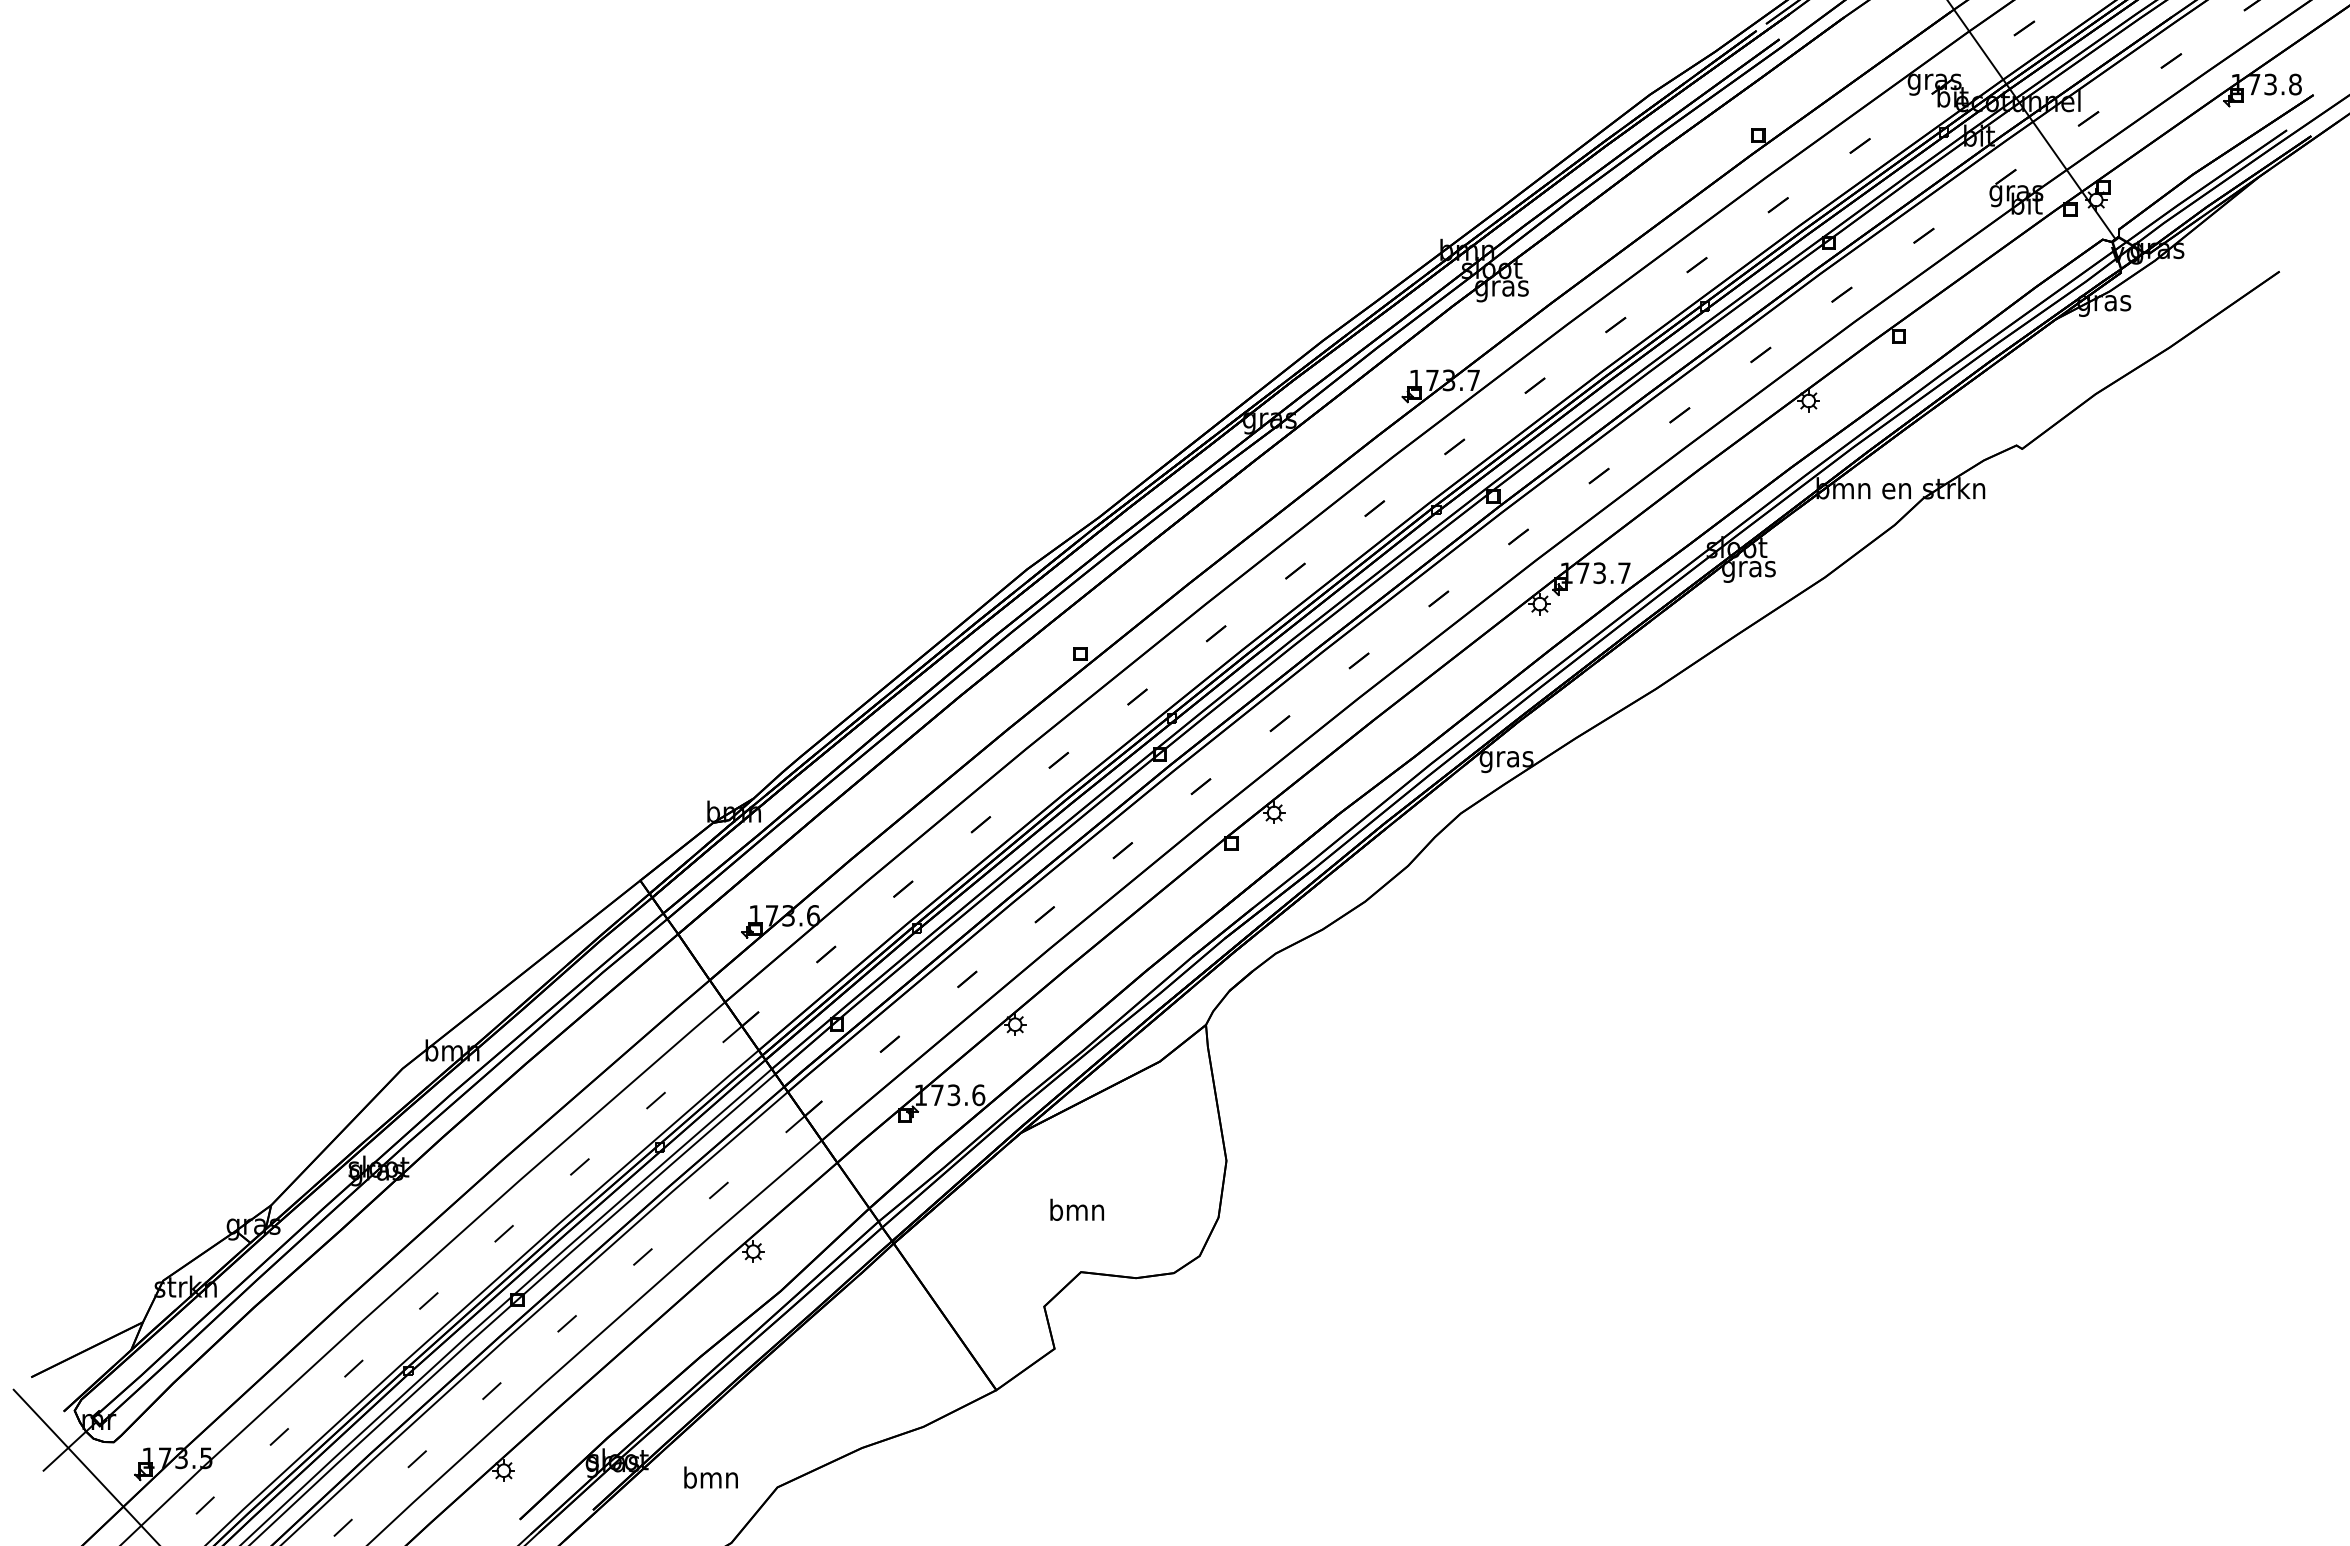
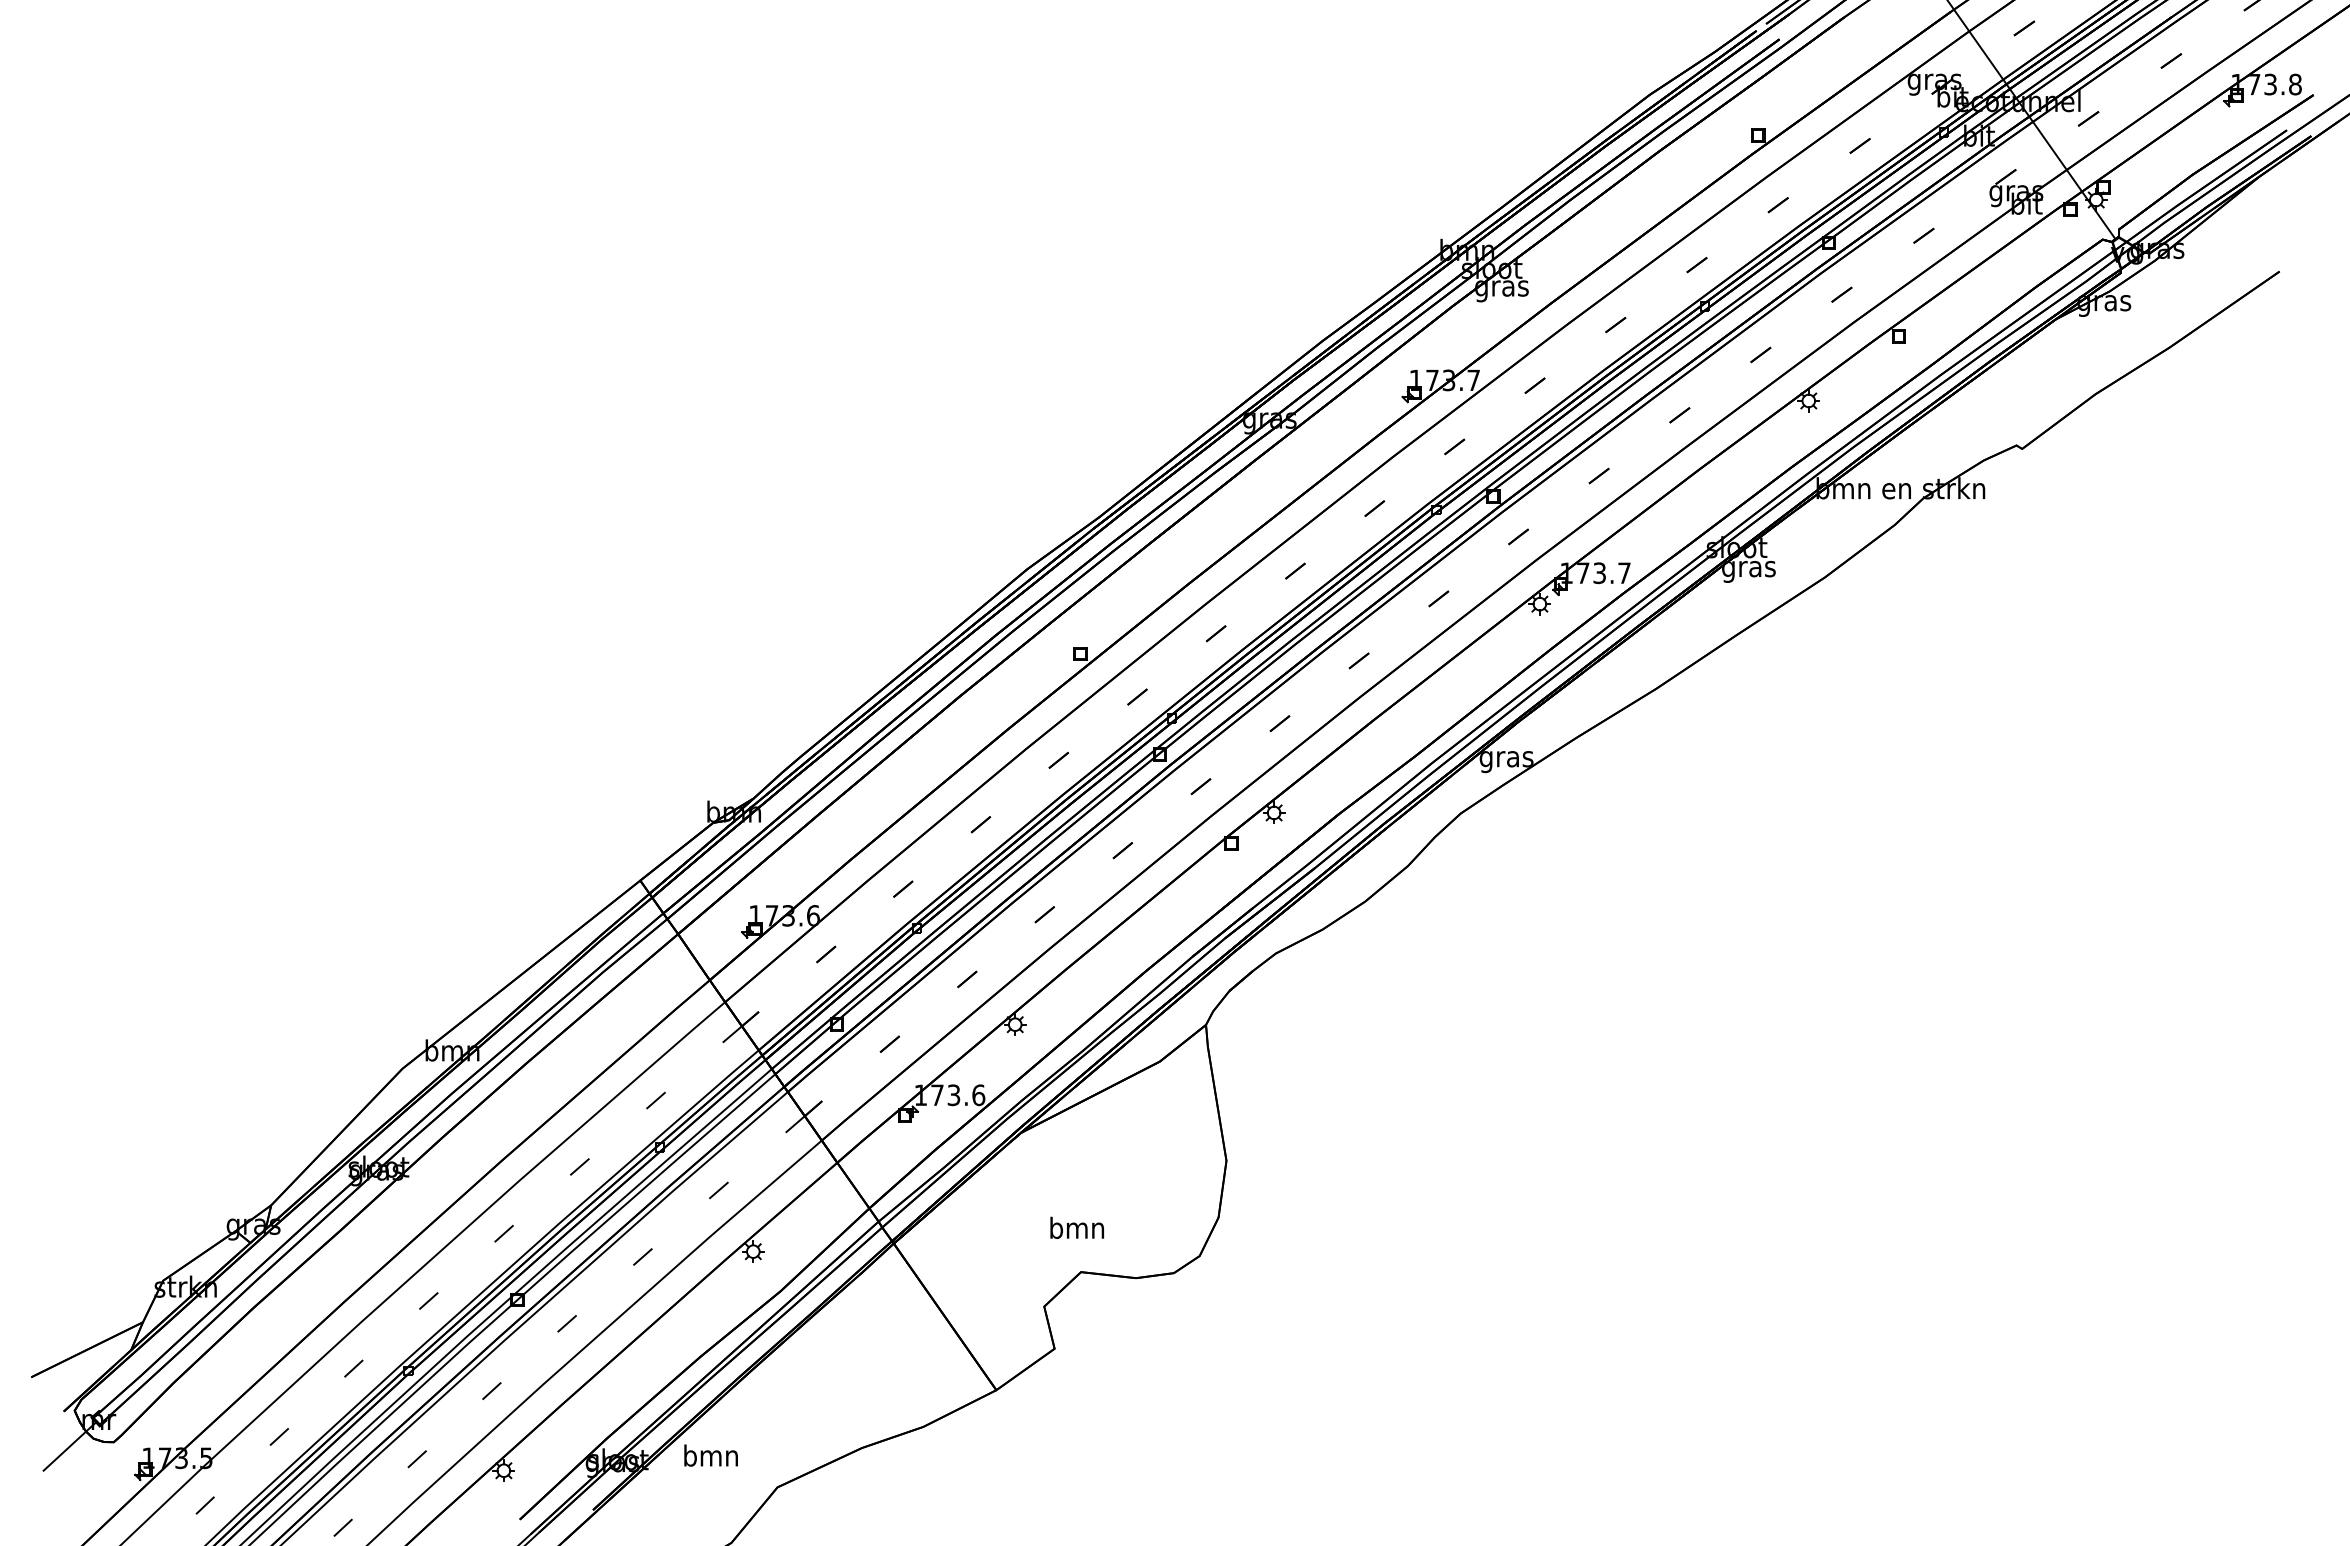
text at (1076, 1209) position: (1076, 1209) -> (1076, 1227)
line at (84, 1465): present -> none
text at (710, 1477) position: (710, 1477) -> (710, 1455)
